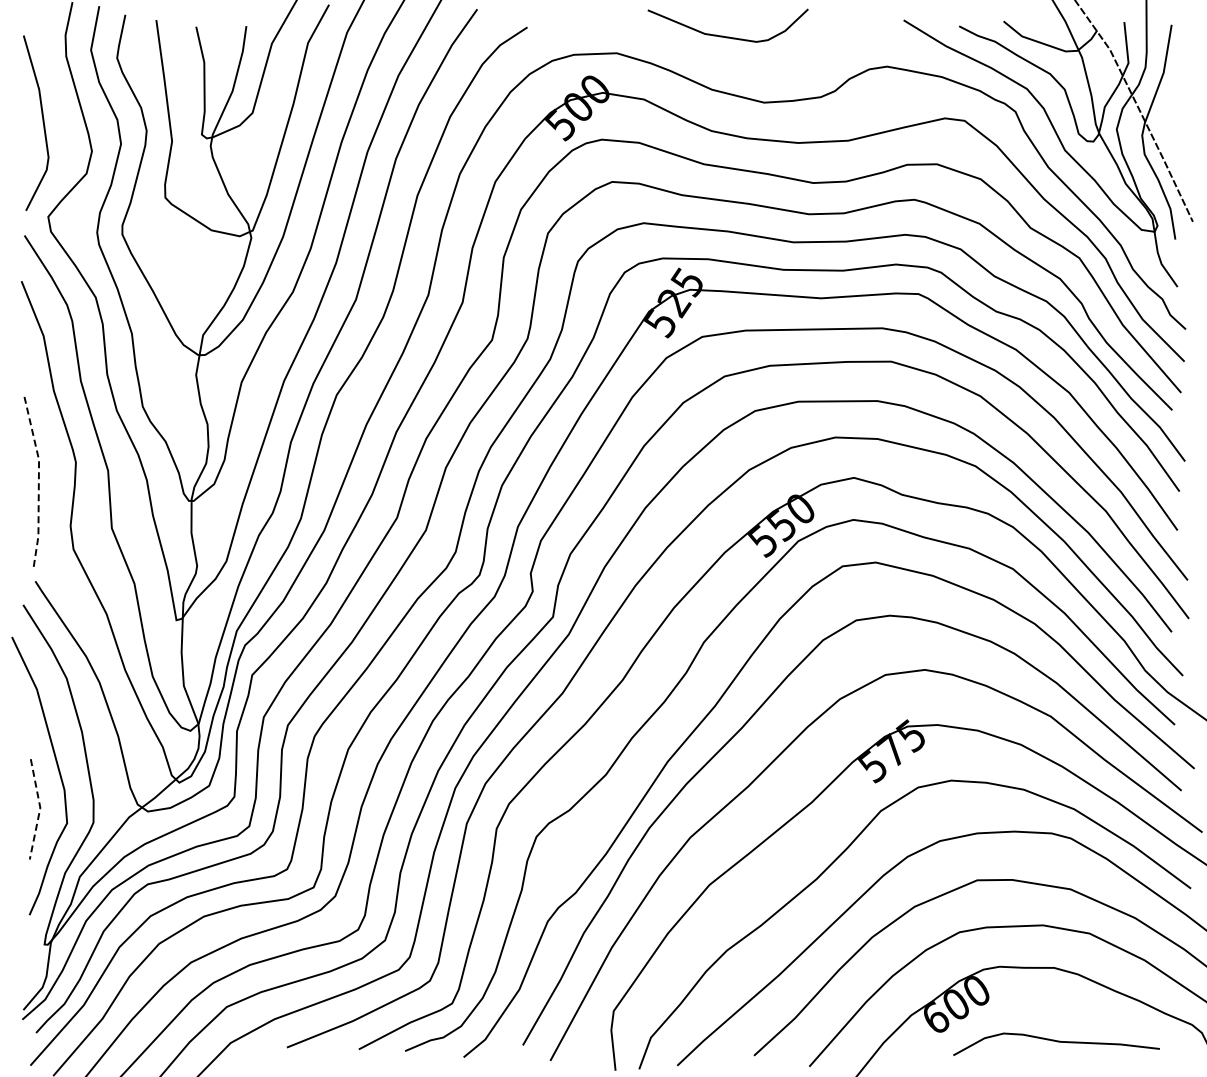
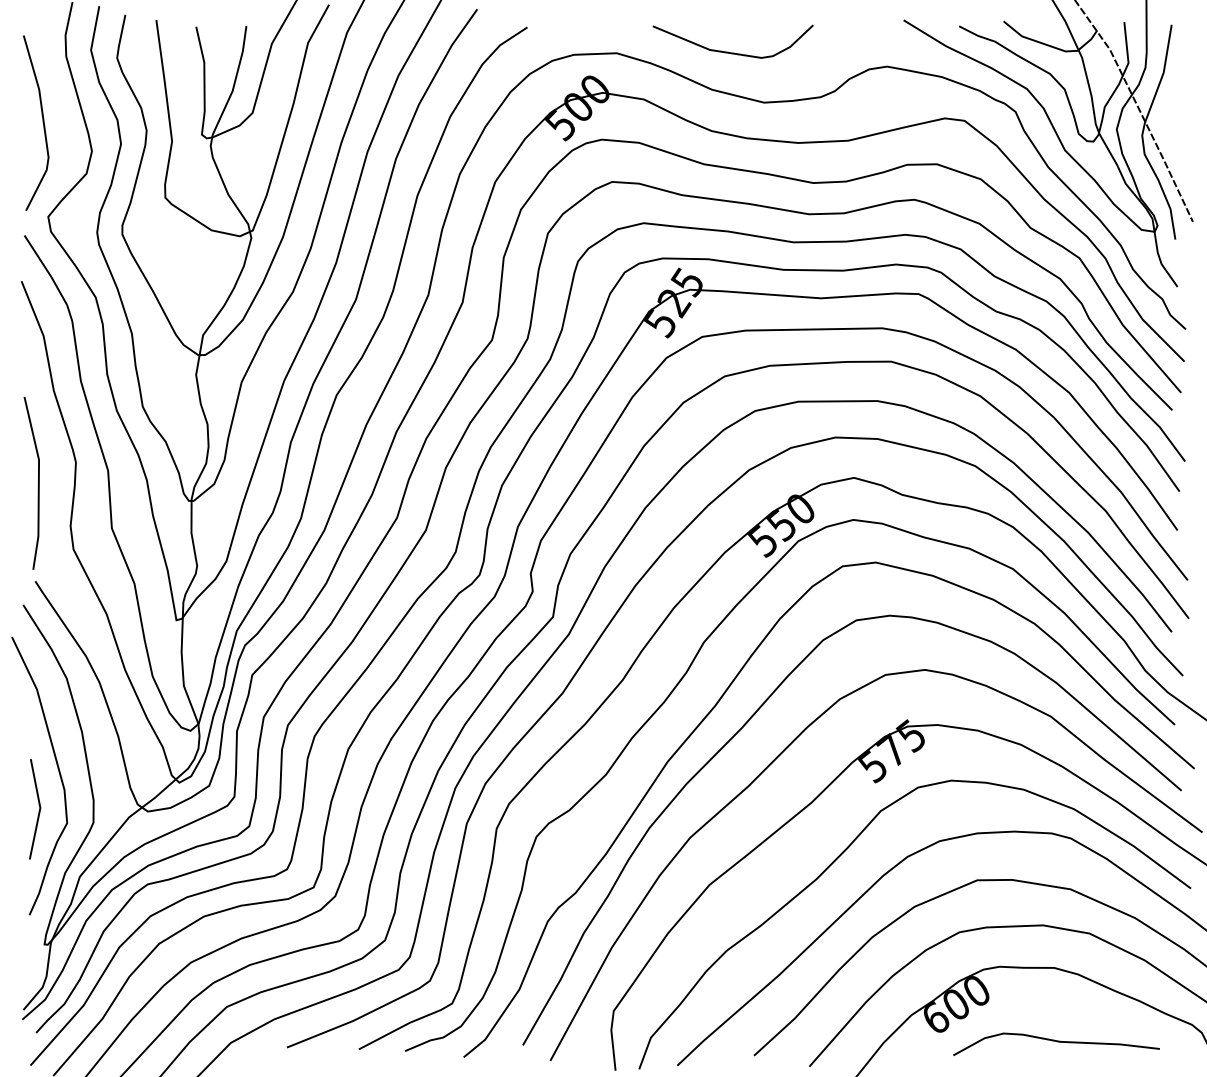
curve at (723, 35) position: (723, 35) -> (728, 51)
line at (38, 482): dashed -> solid
line at (40, 809): dashed -> solid
